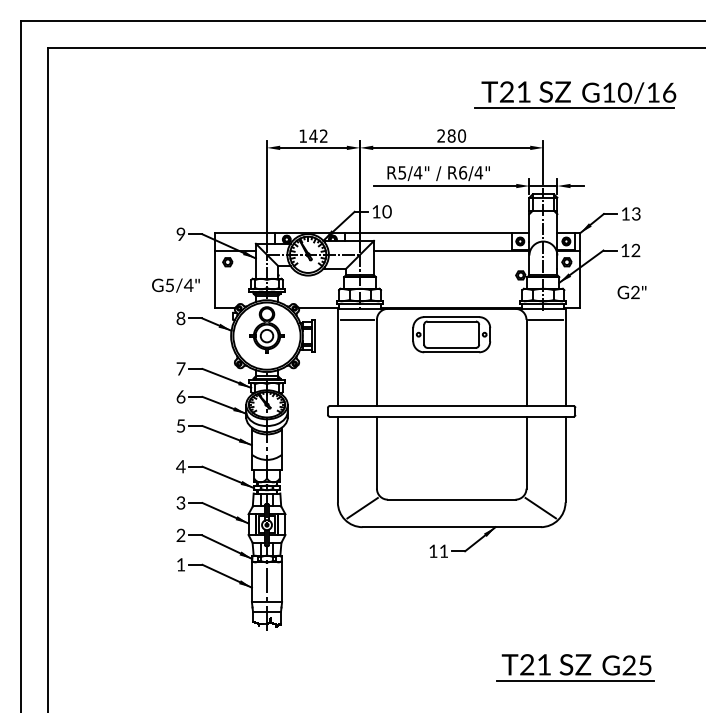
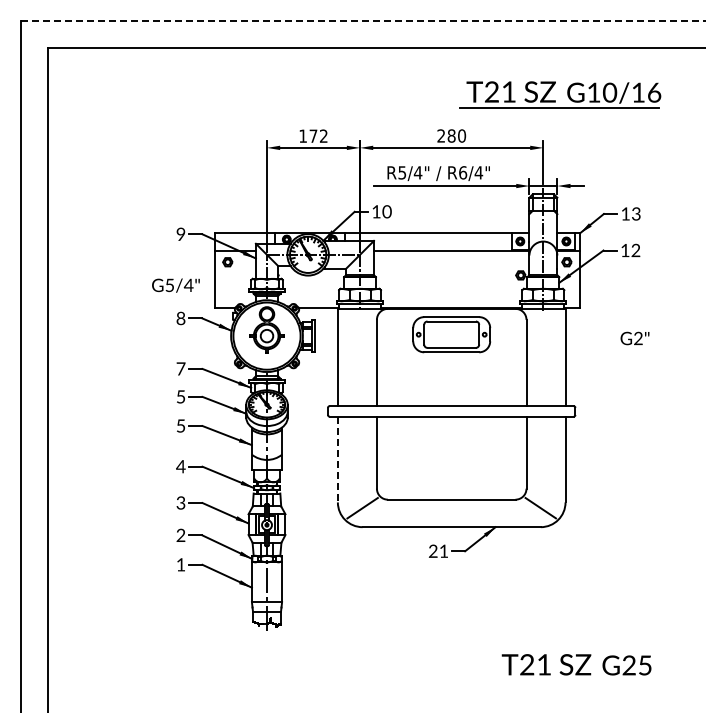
line at (363, 21): solid -> dashed
part at (582, 94) position: (582, 94) -> (567, 94)
text at (313, 135): 142 -> 172
text at (631, 292) position: (631, 292) -> (634, 338)
line at (357, 319): present -> none
line at (545, 319): present -> none
text at (180, 396): 6 -> 5
line at (337, 459): solid -> dashed
text at (432, 550): 11 -> 21
line at (575, 680): present -> none
